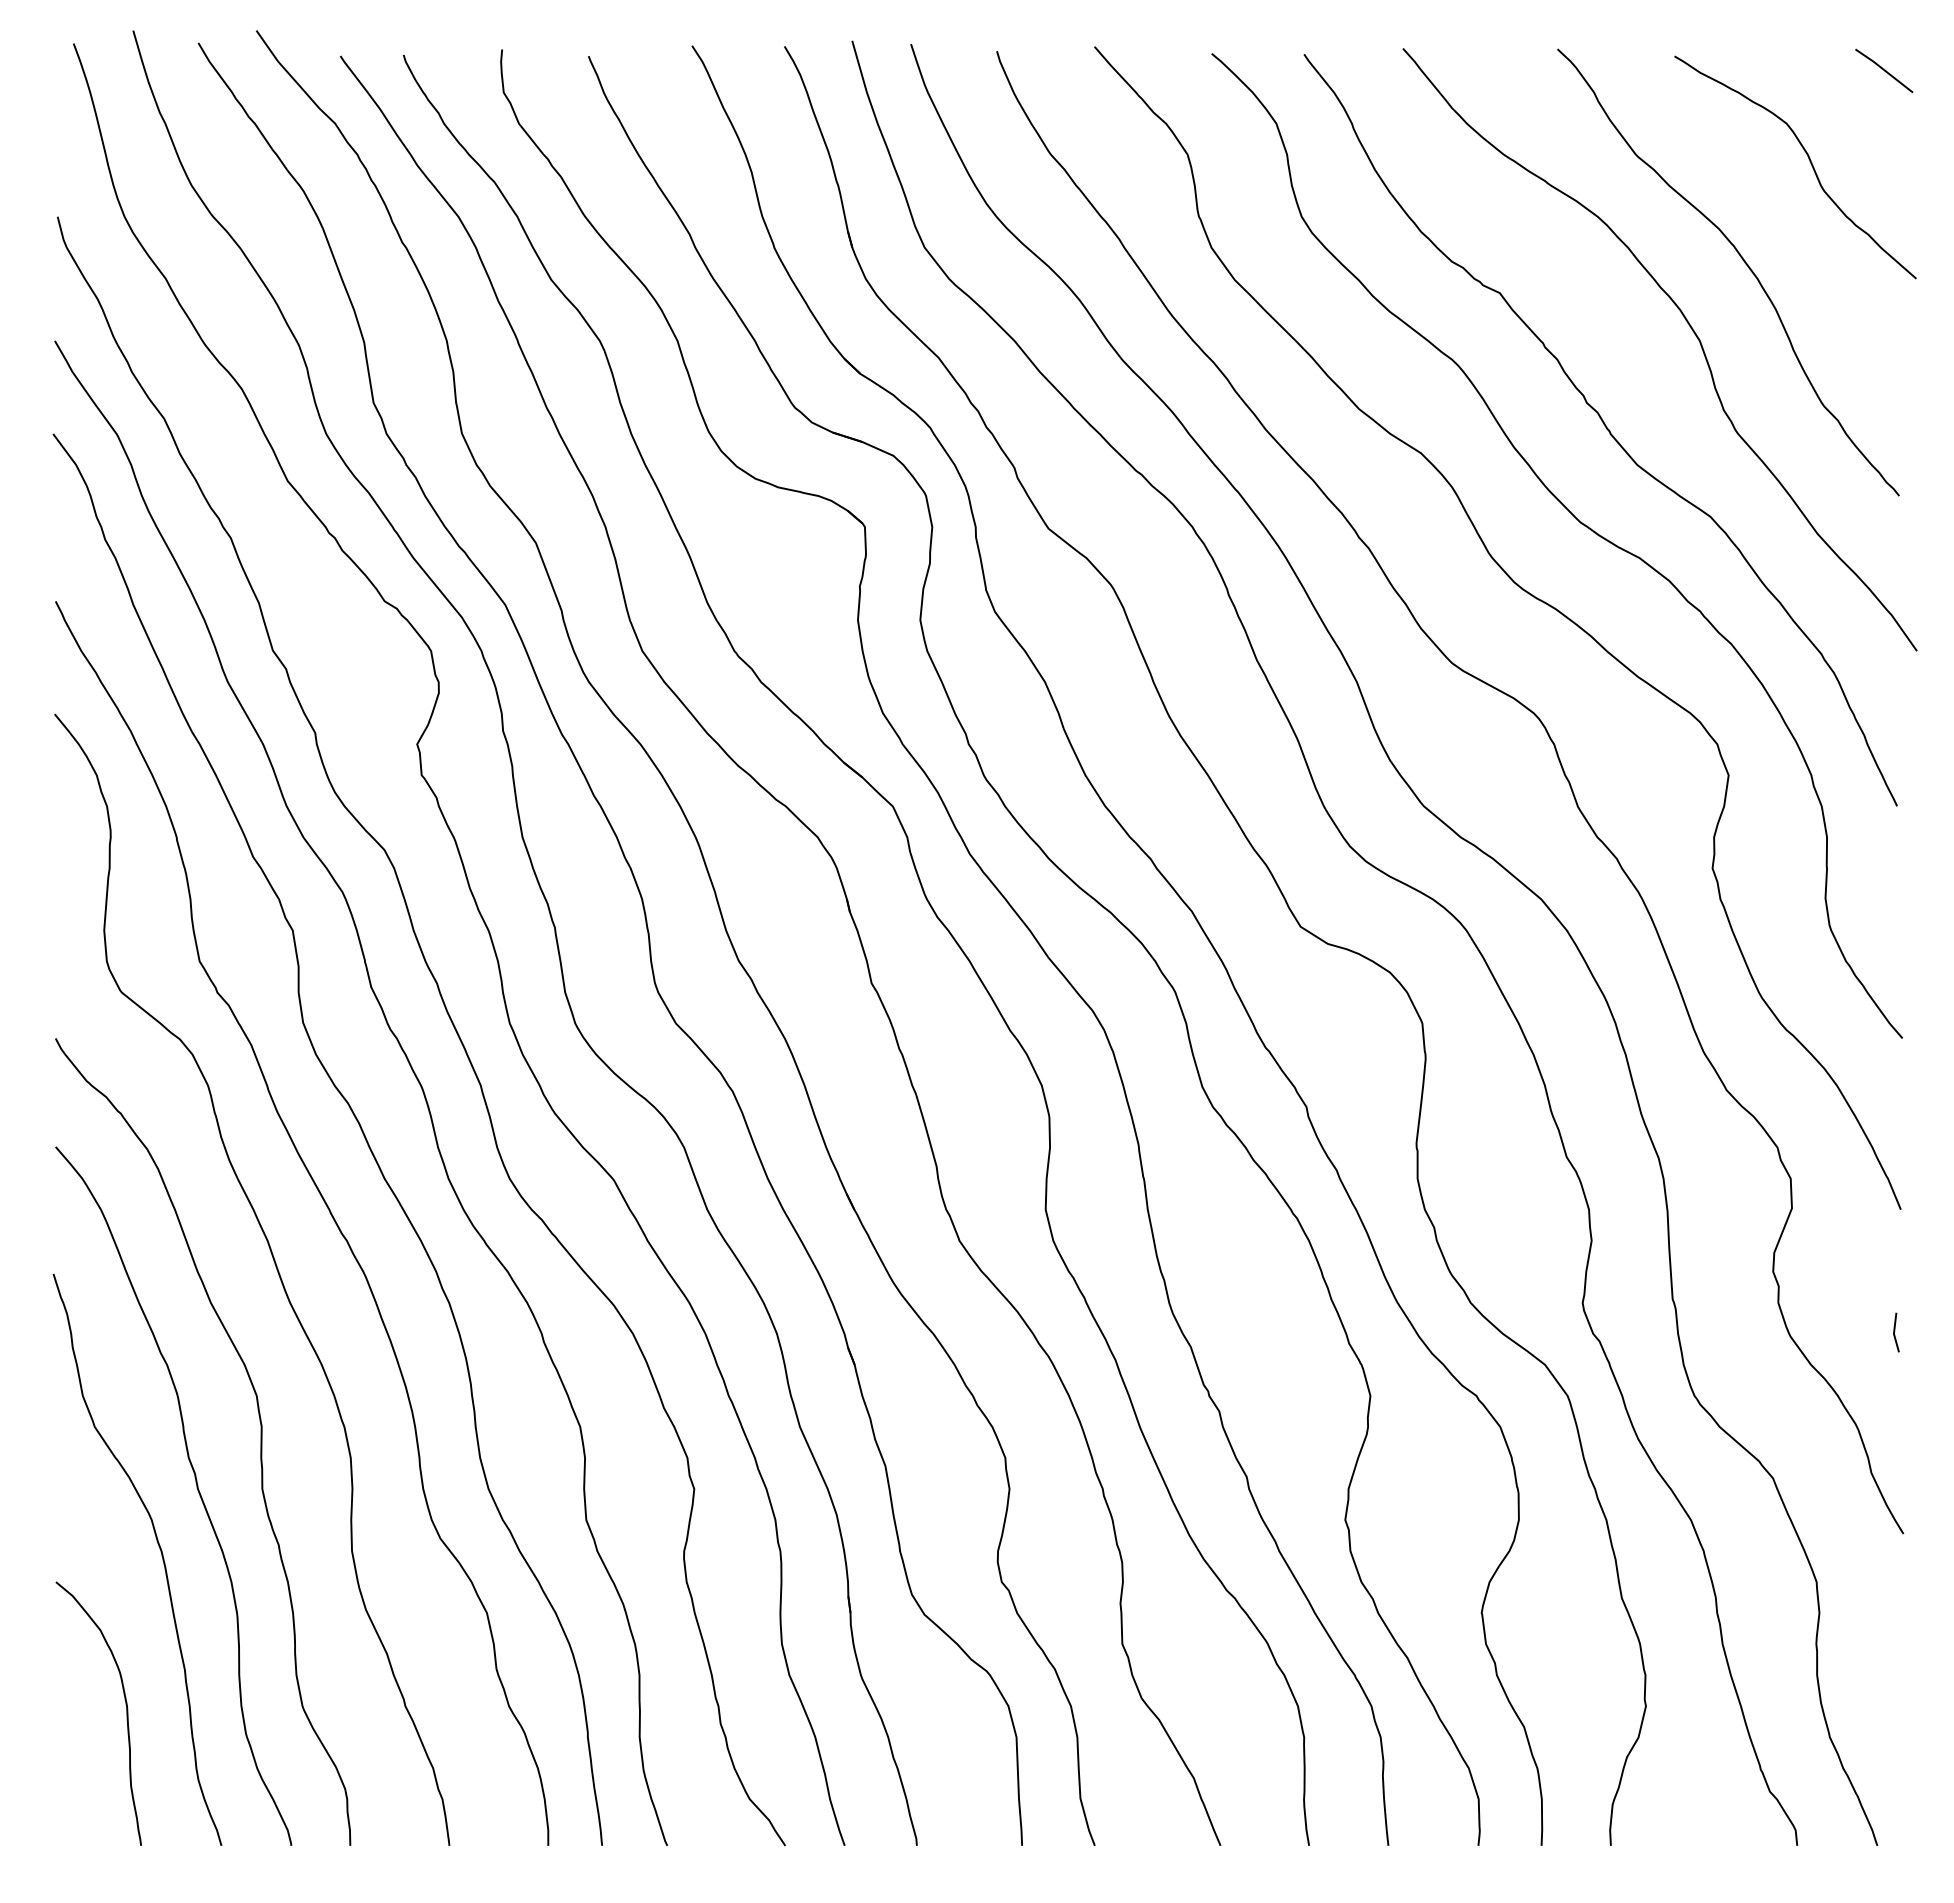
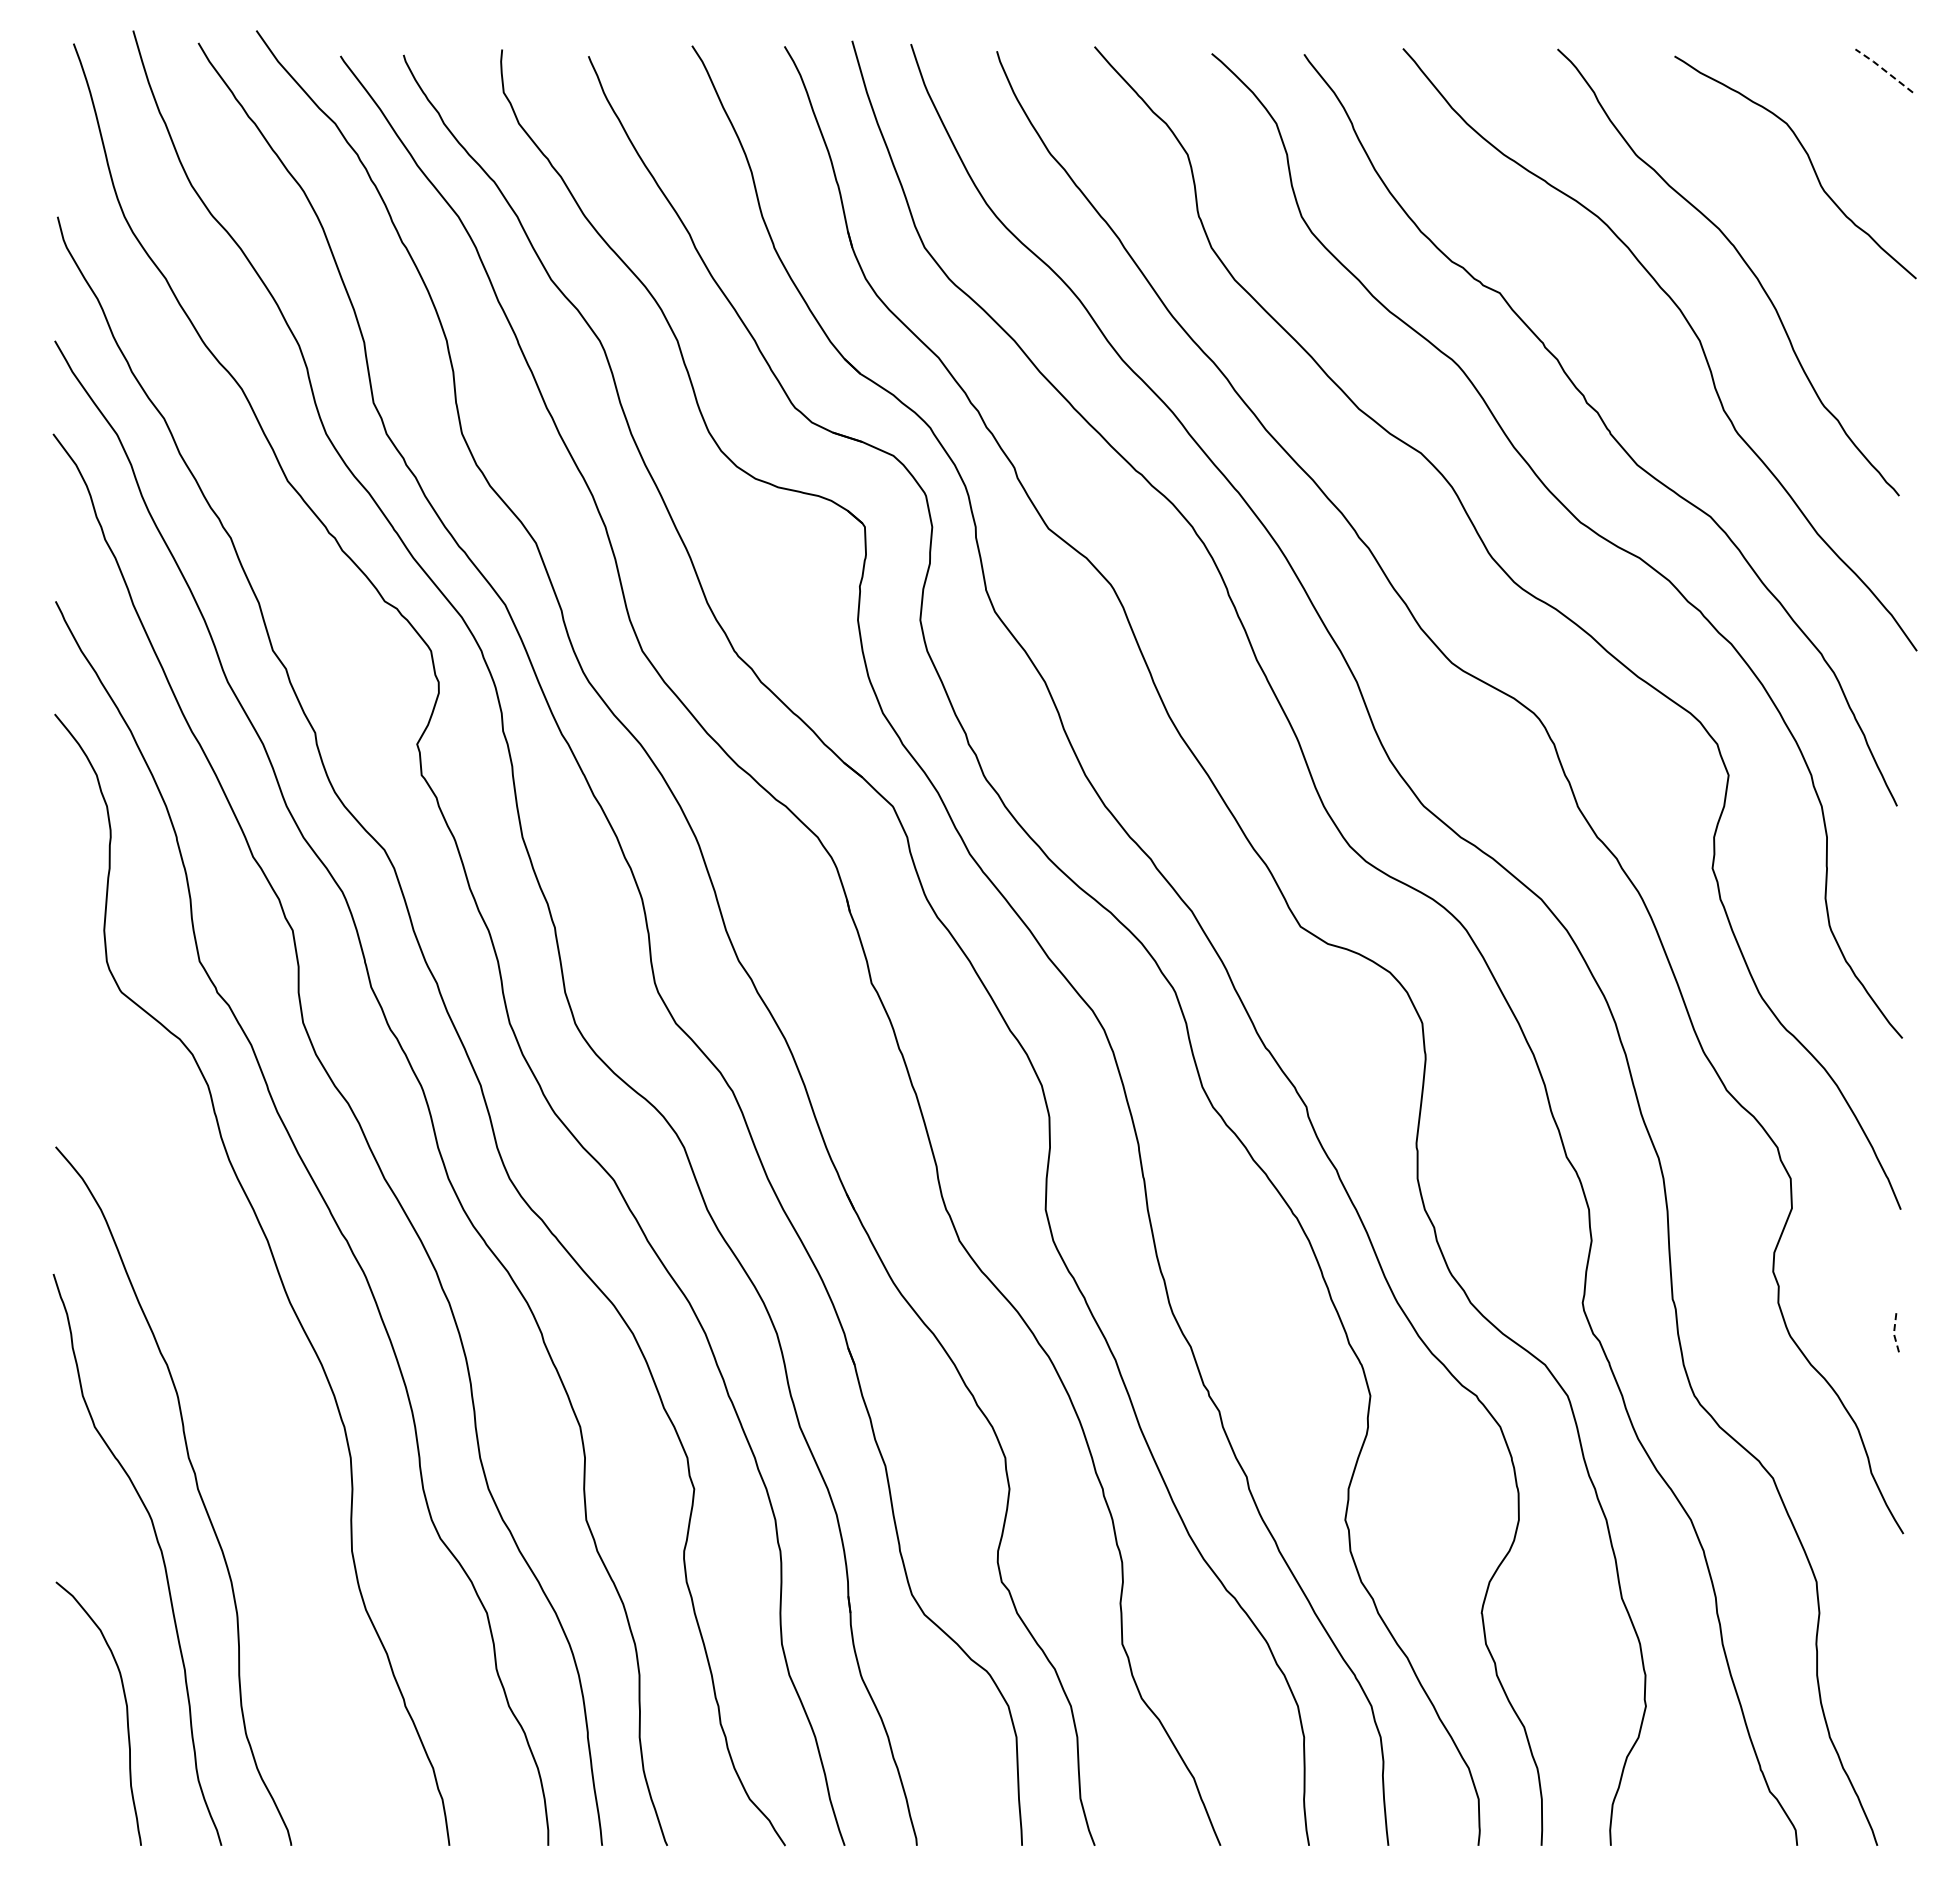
line at (1884, 70): solid -> dashed
line at (1894, 1332): solid -> dashed
curve at (260, 1441): present -> none
